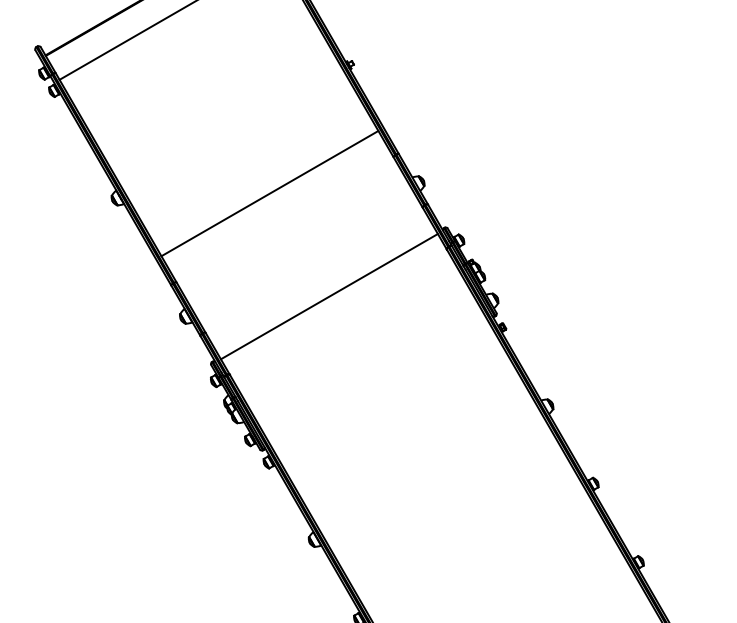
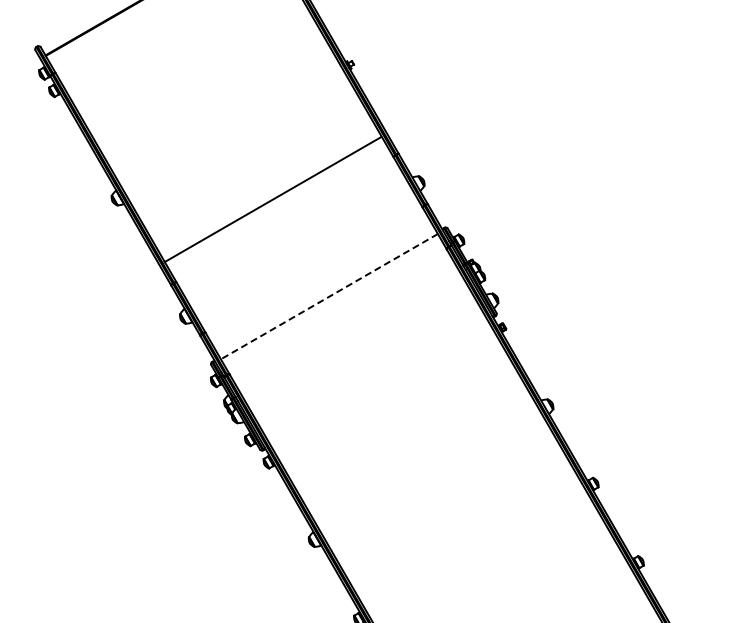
line at (126, 40): present -> none
line at (269, 193) position: (269, 193) -> (272, 199)
line at (329, 296): solid -> dashed
